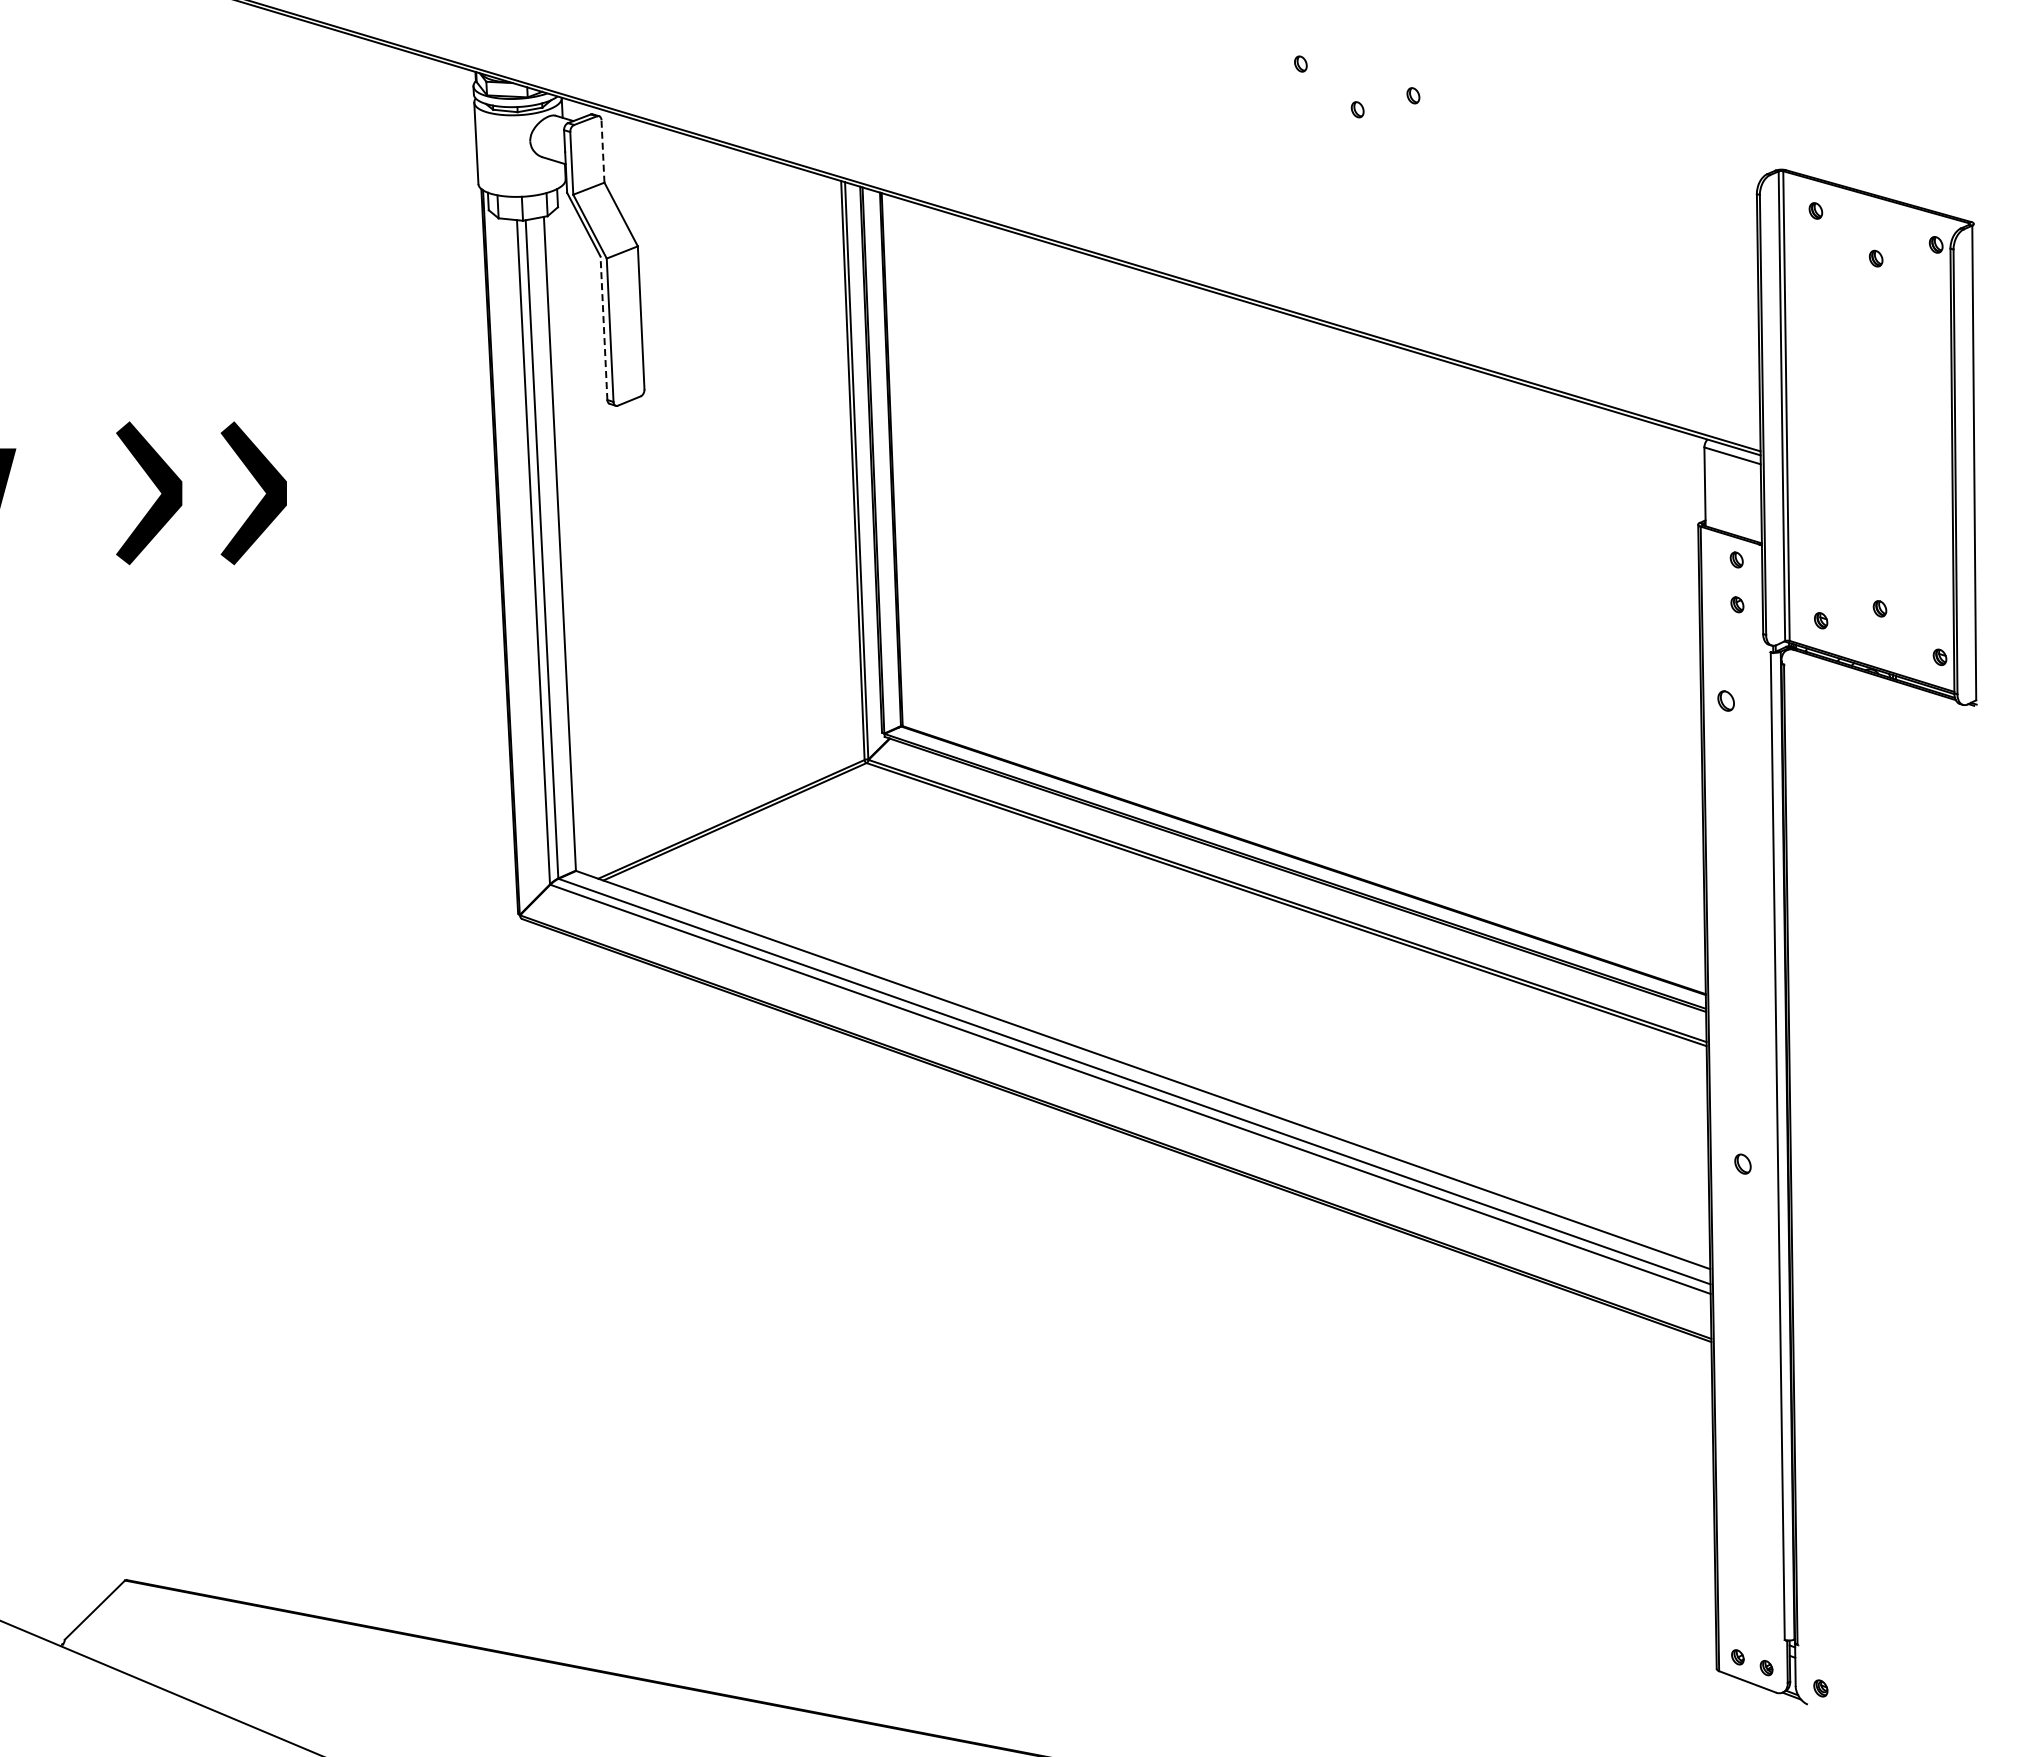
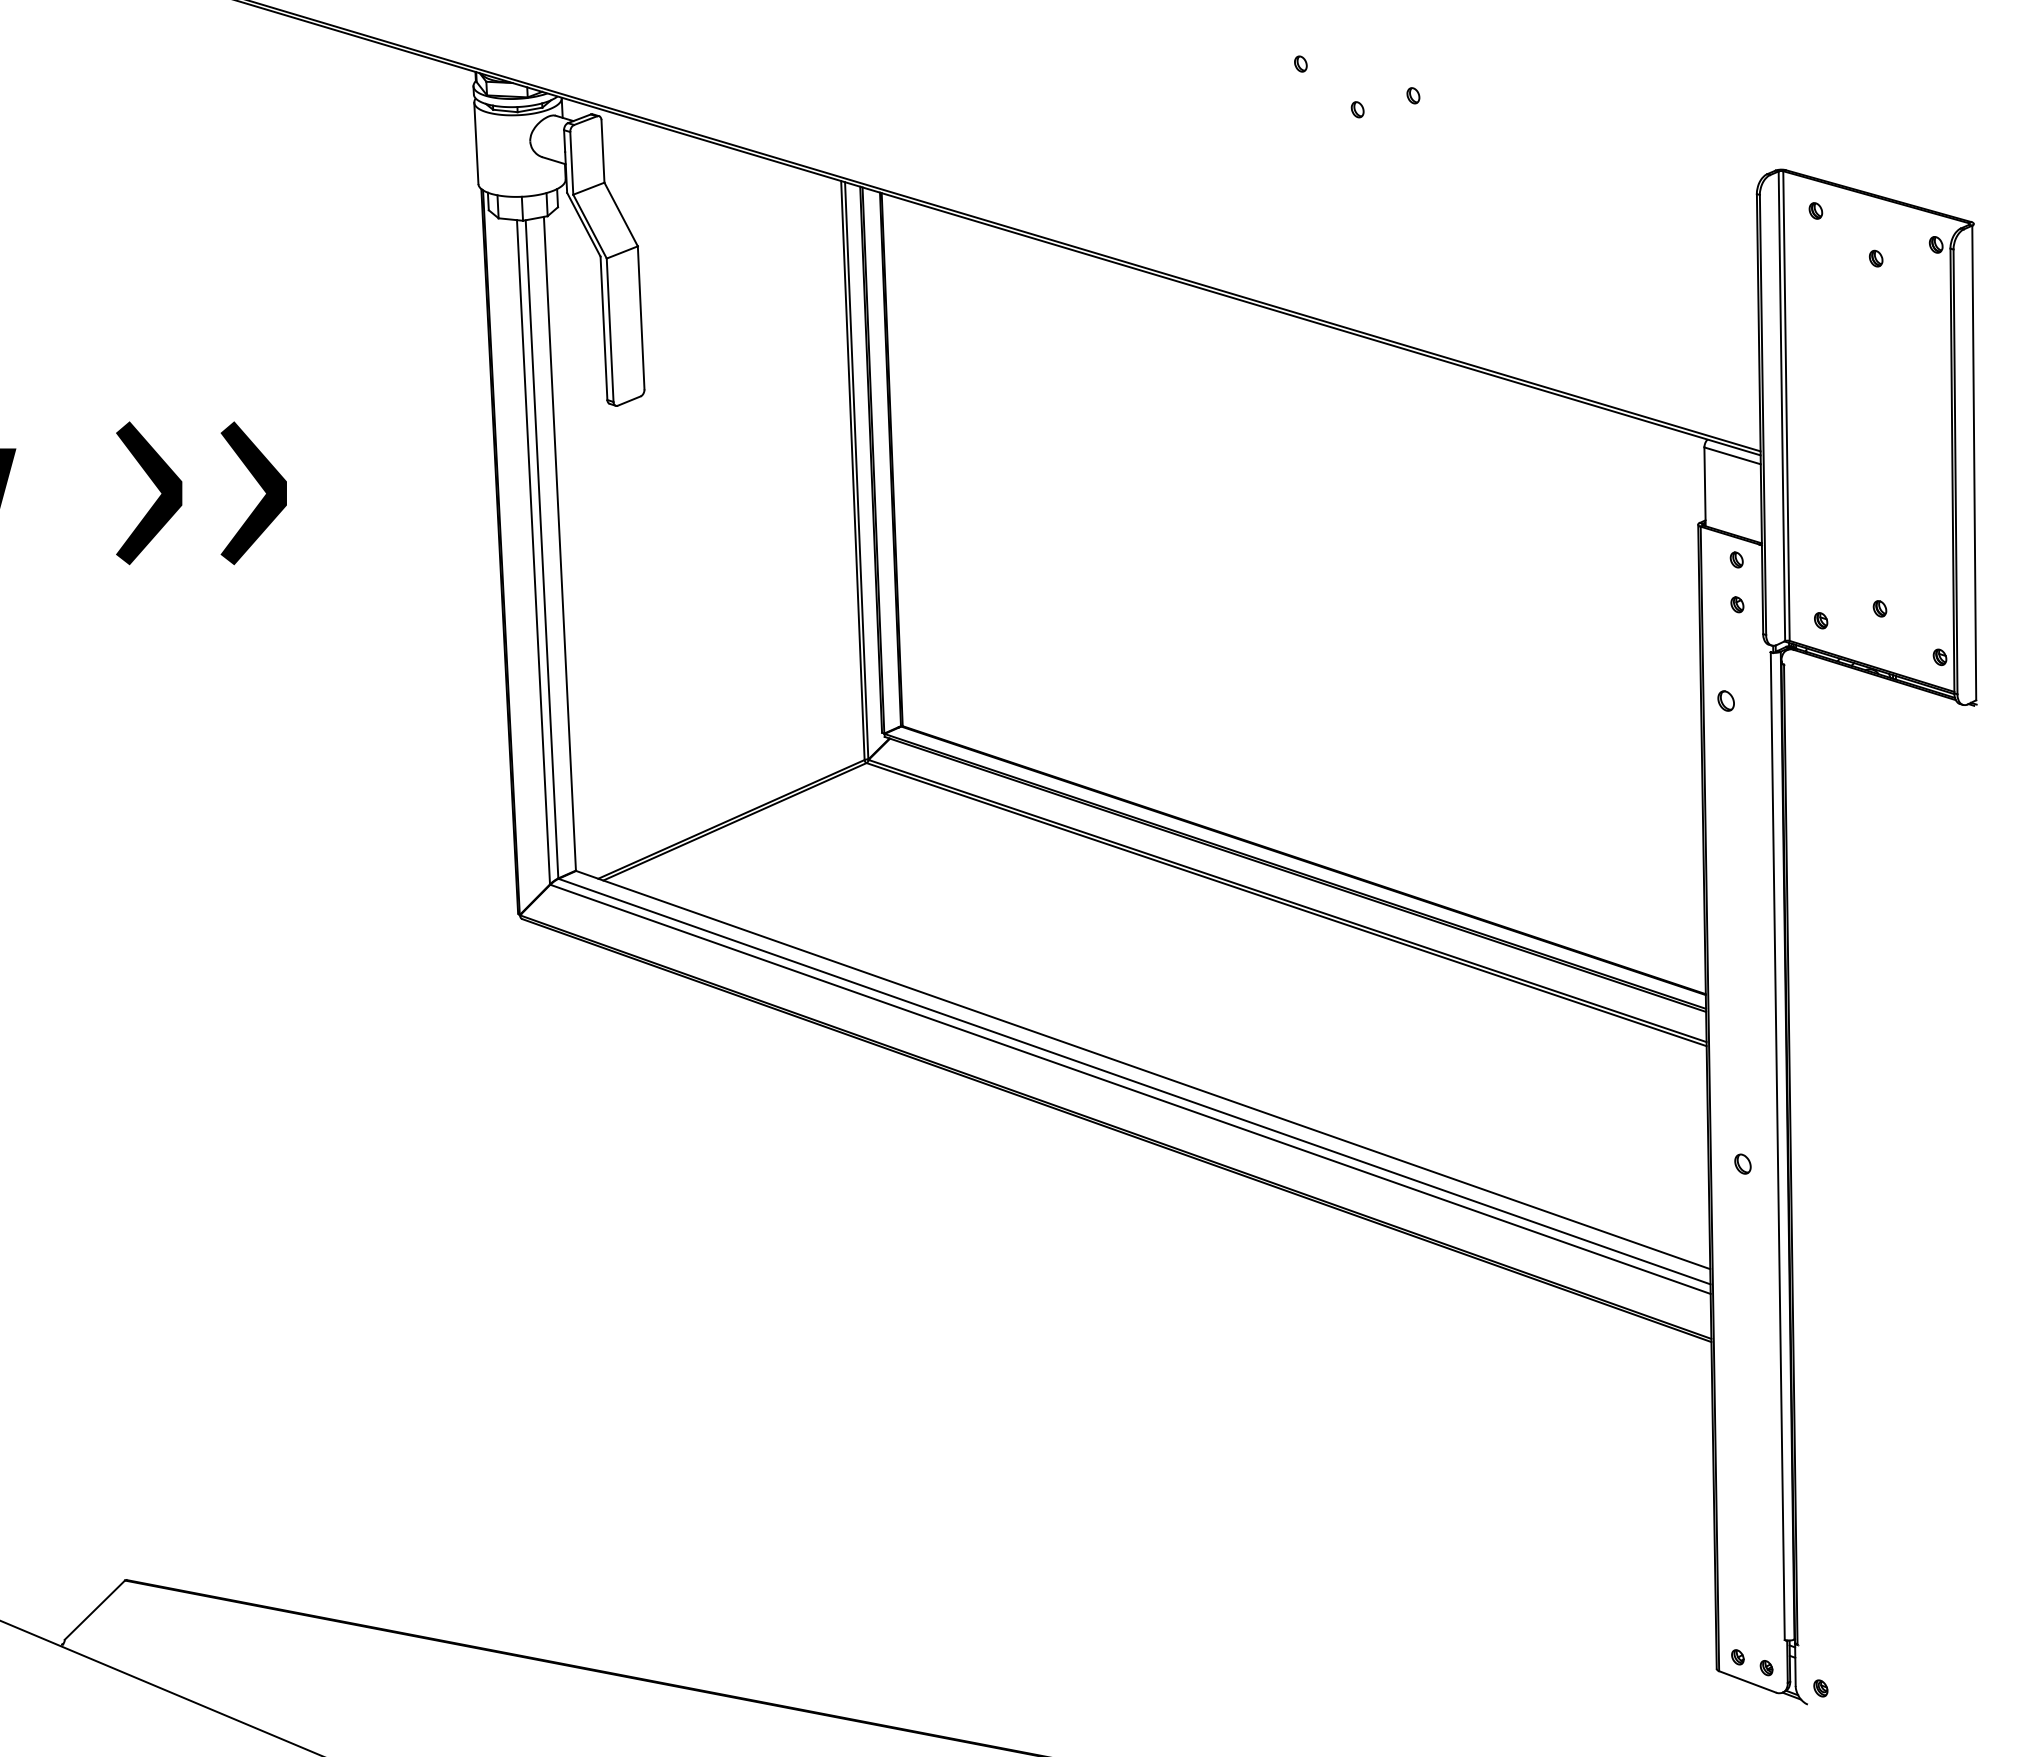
line at (602, 150): dashed -> solid
line at (603, 328): dashed -> solid
